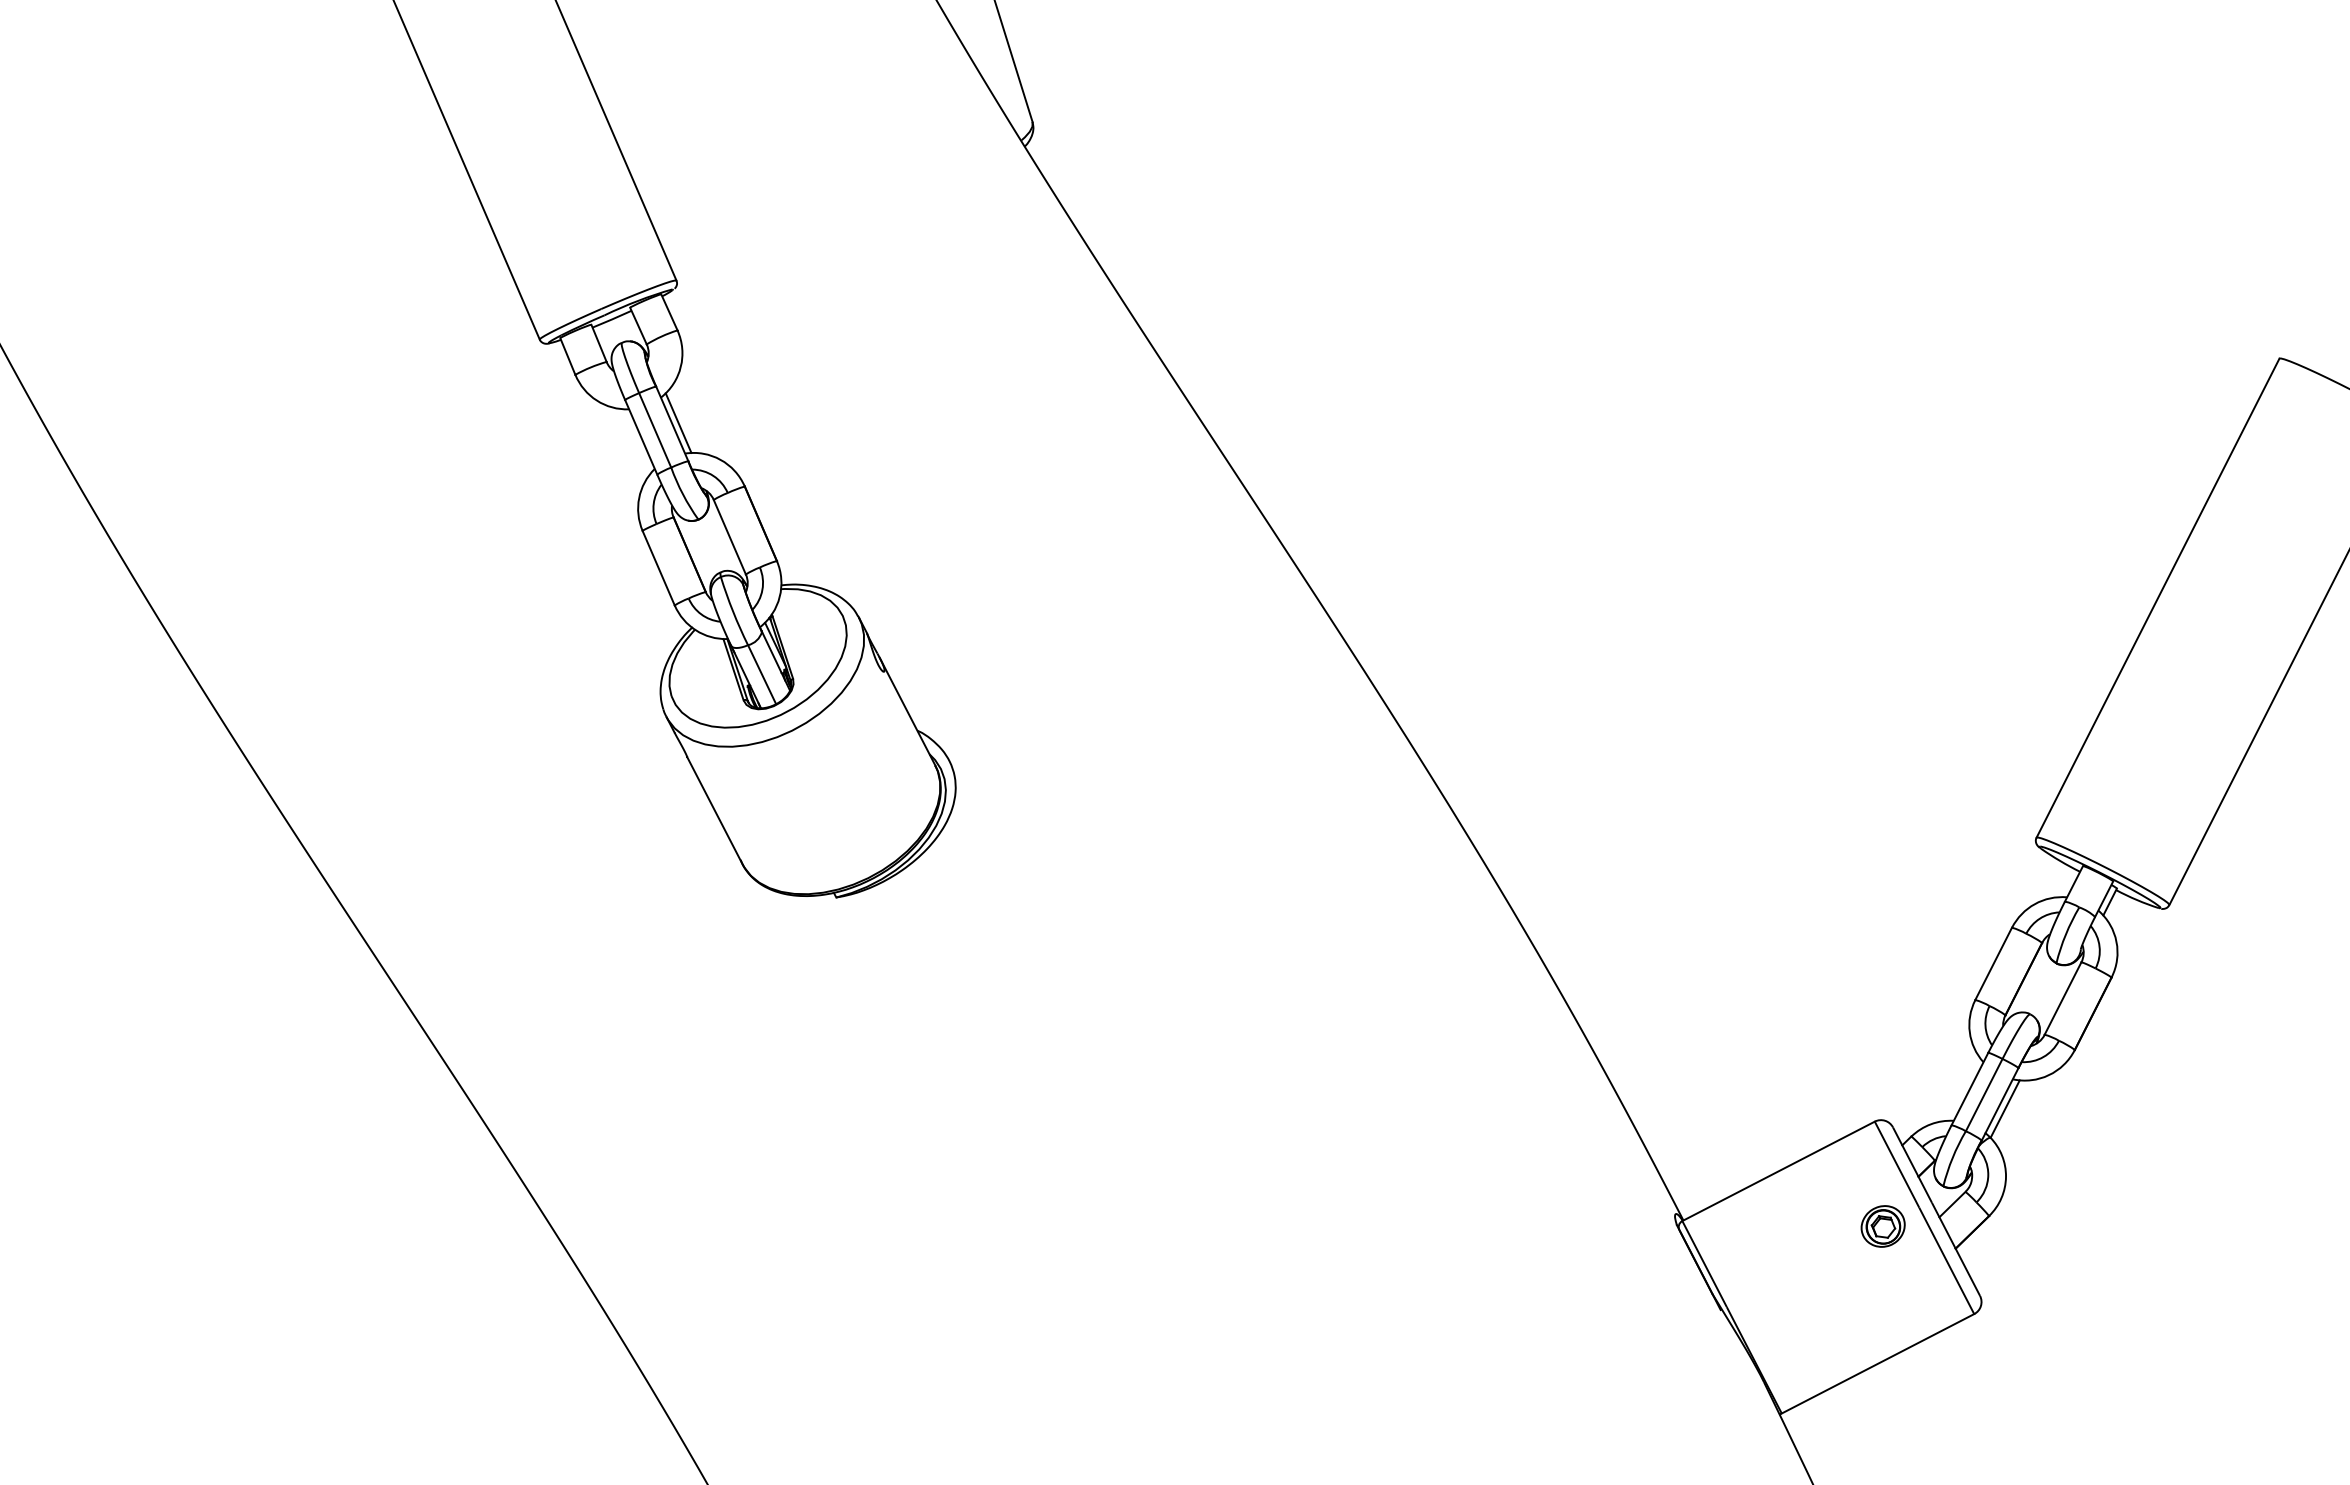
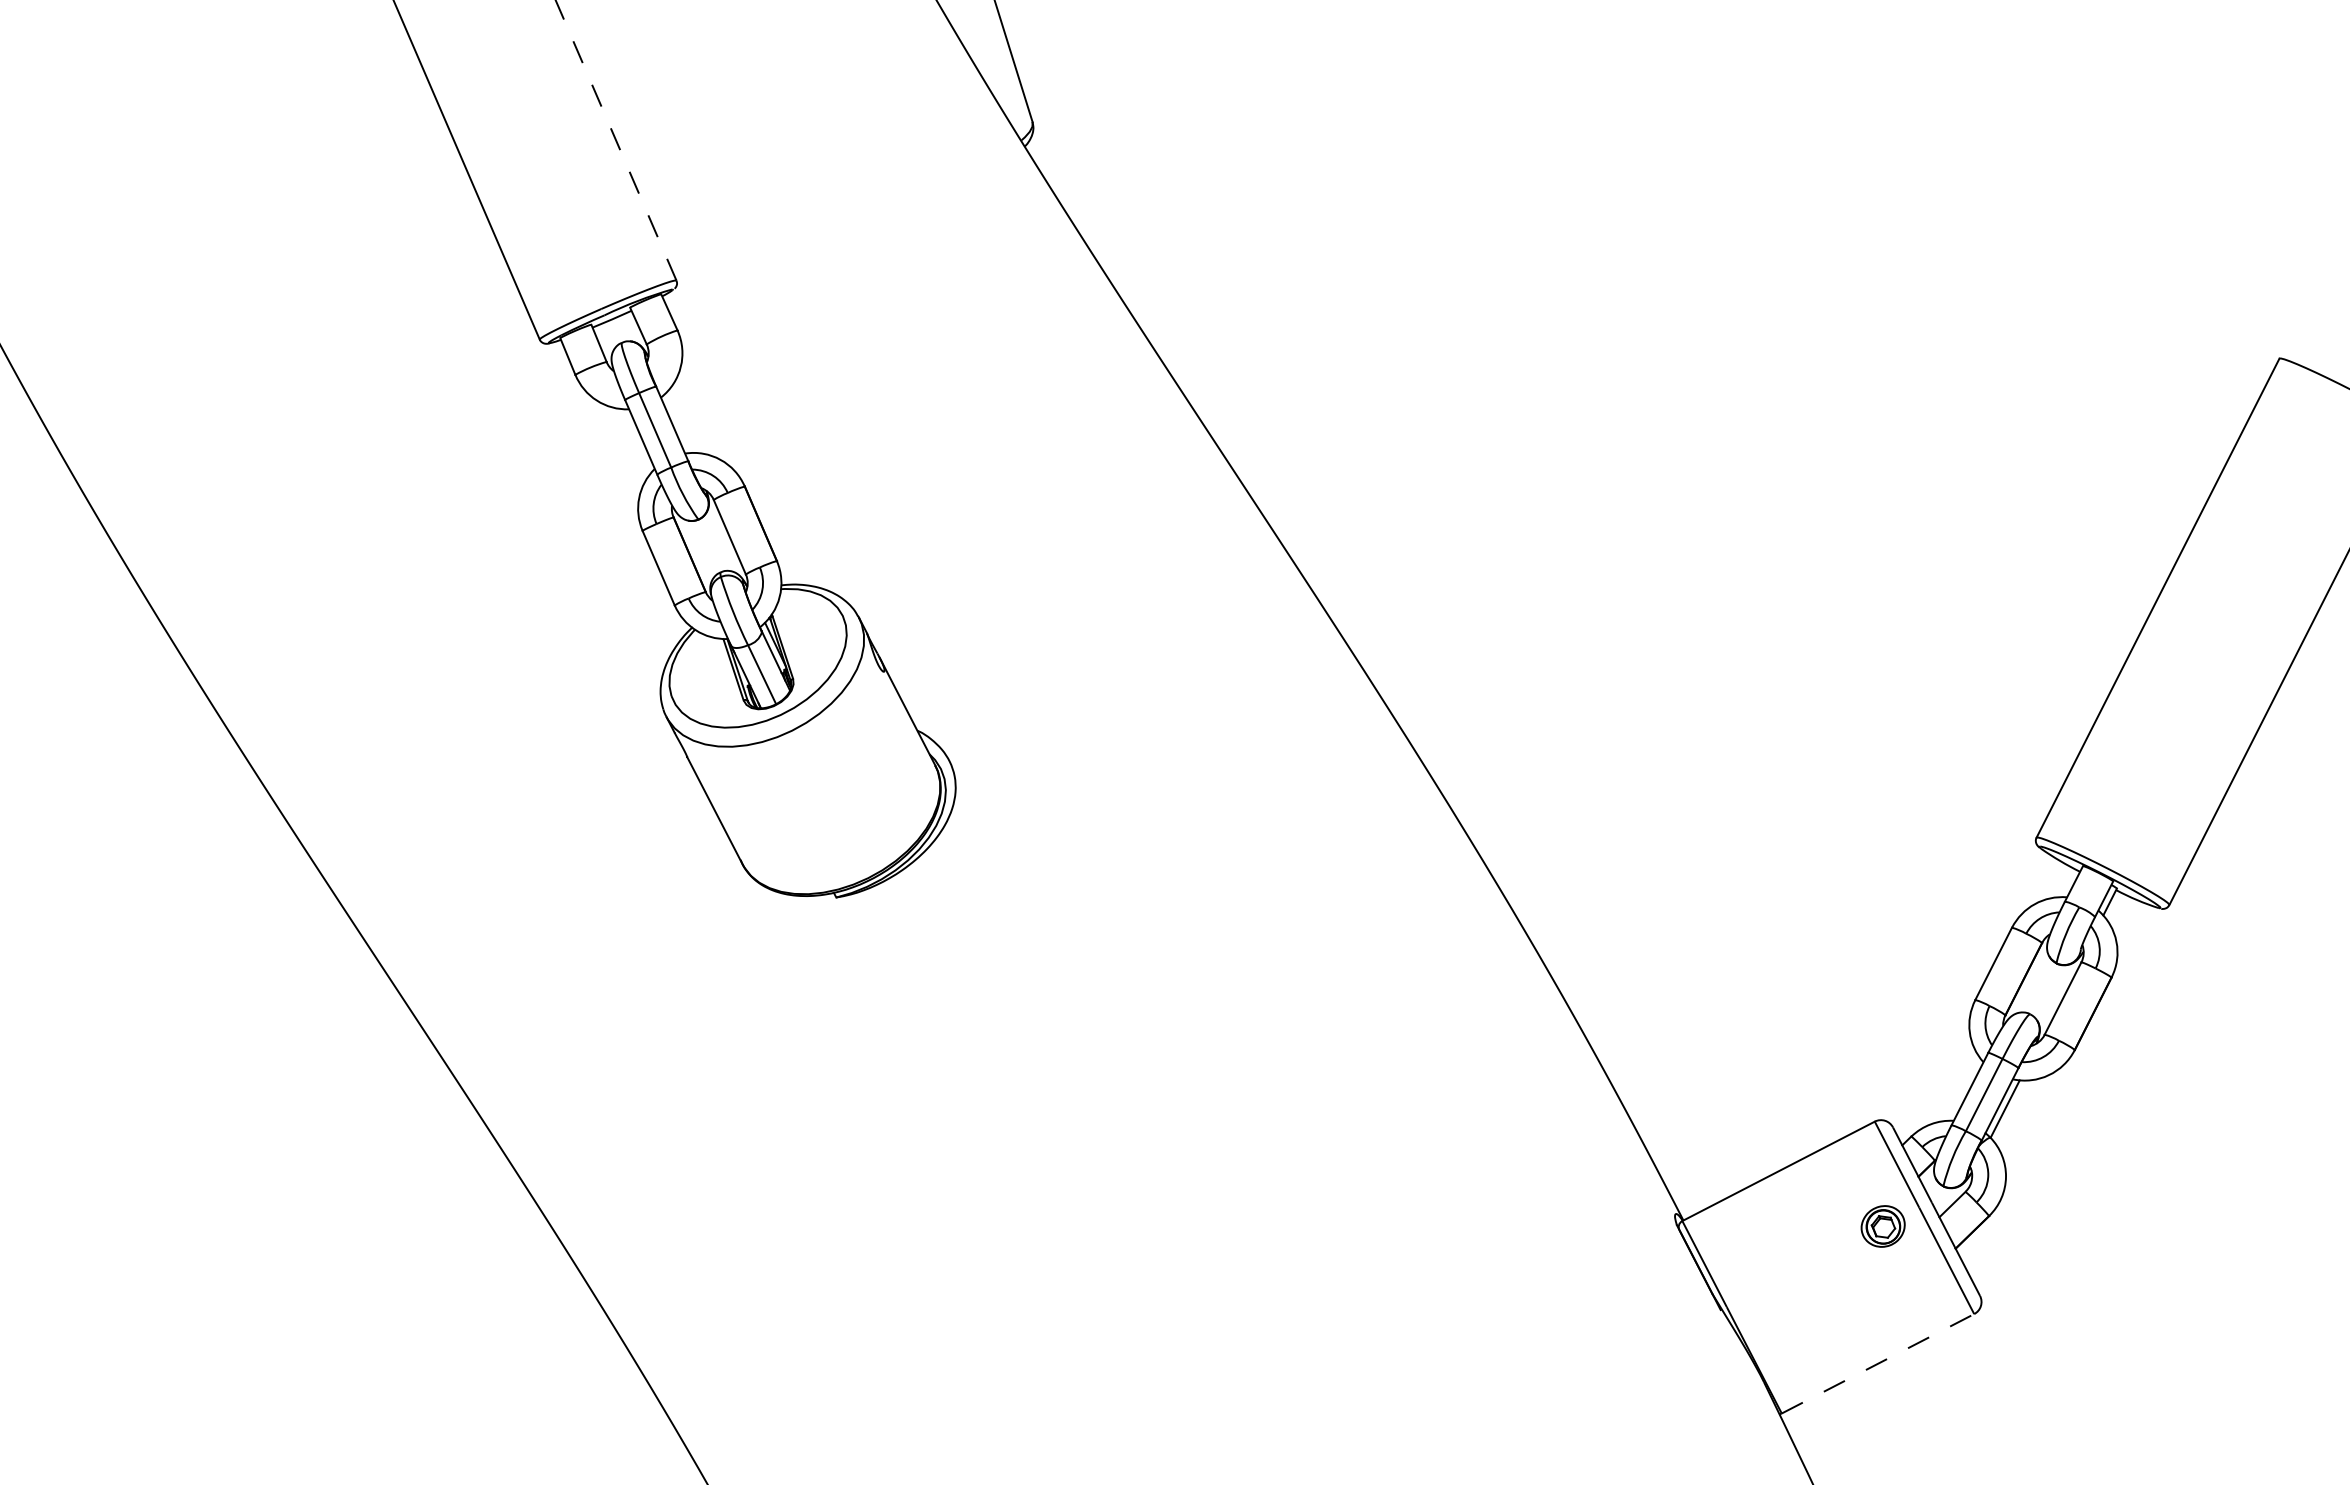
line at (616, 140): solid -> dashed
line at (678, 422): present -> none
line at (1878, 1363): solid -> dashed
